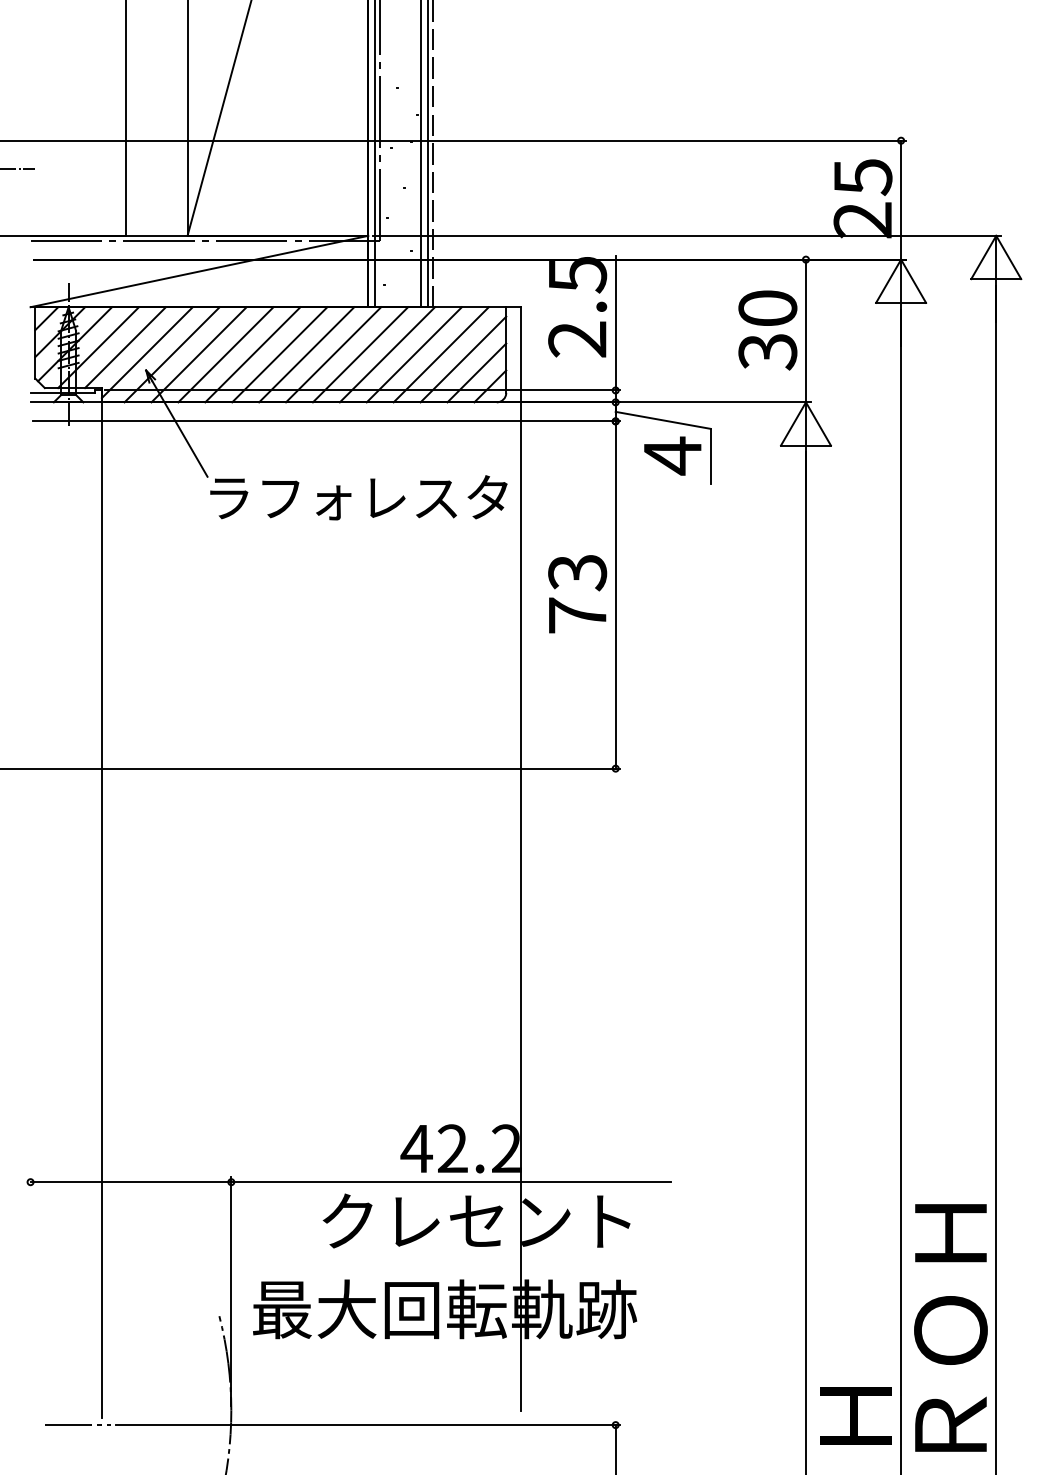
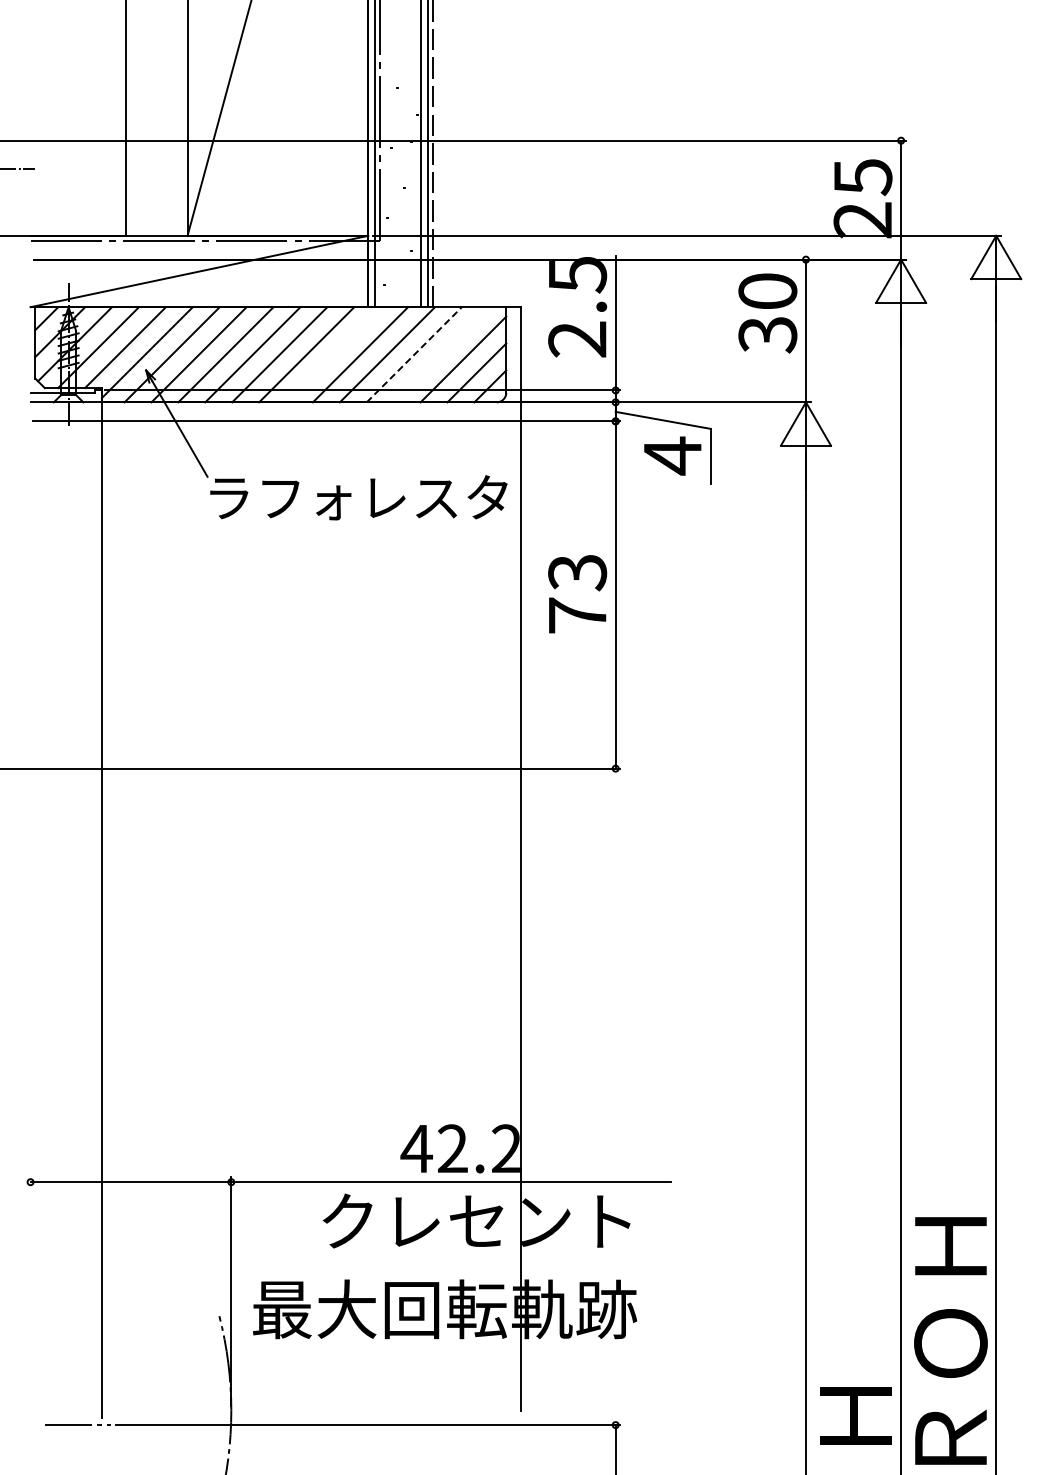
text at (767, 330) position: (767, 330) -> (767, 313)
line at (333, 354): present -> none
line at (414, 354): solid -> dashed
line at (440, 354): present -> none
text at (950, 1327) position: (950, 1327) -> (950, 1340)
